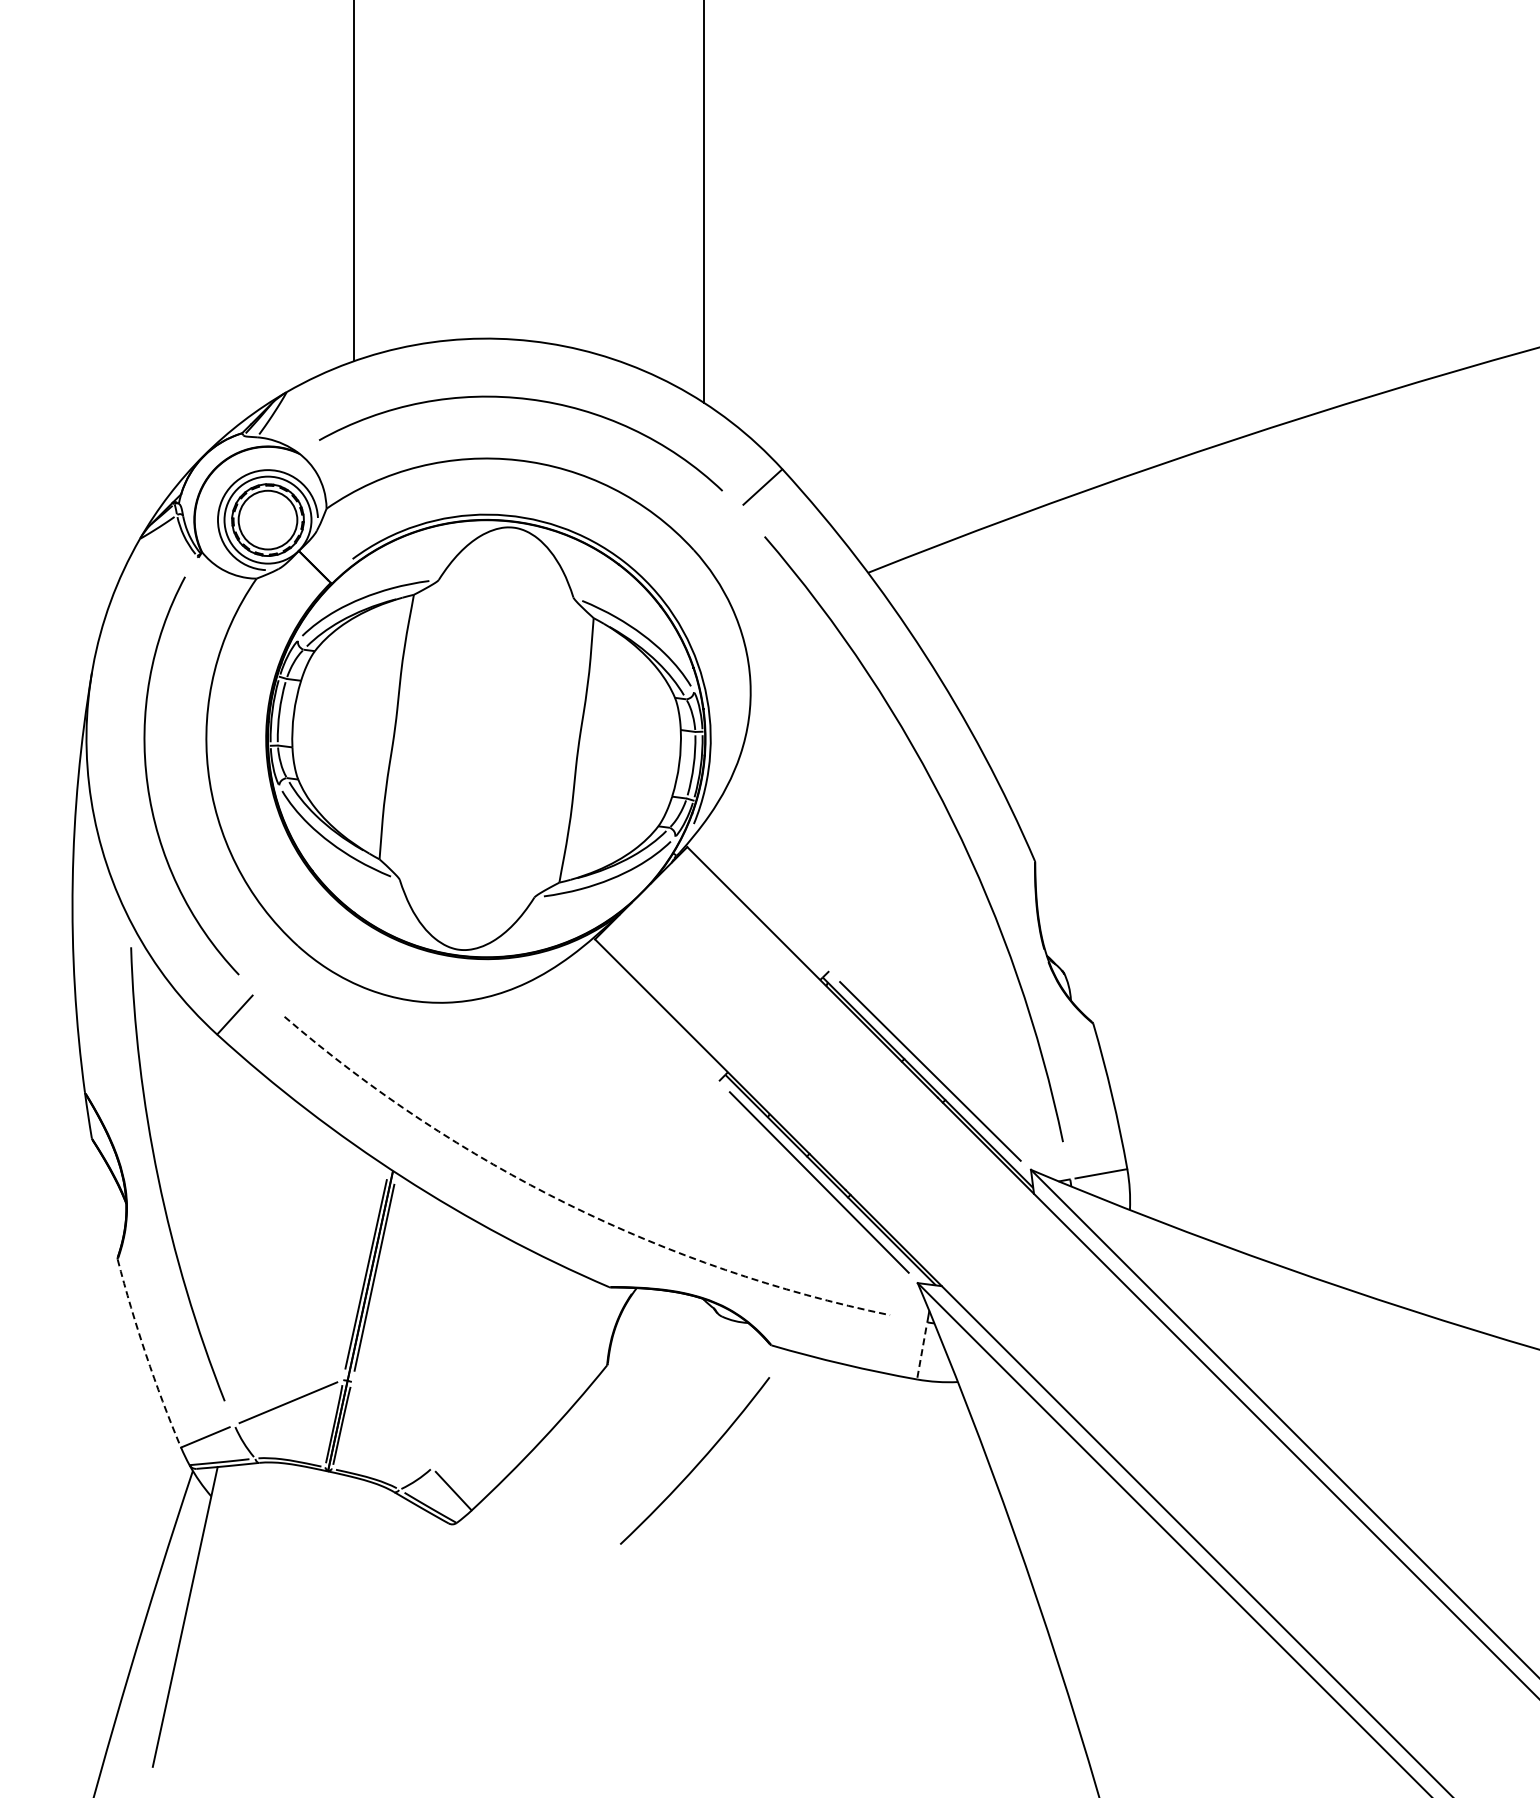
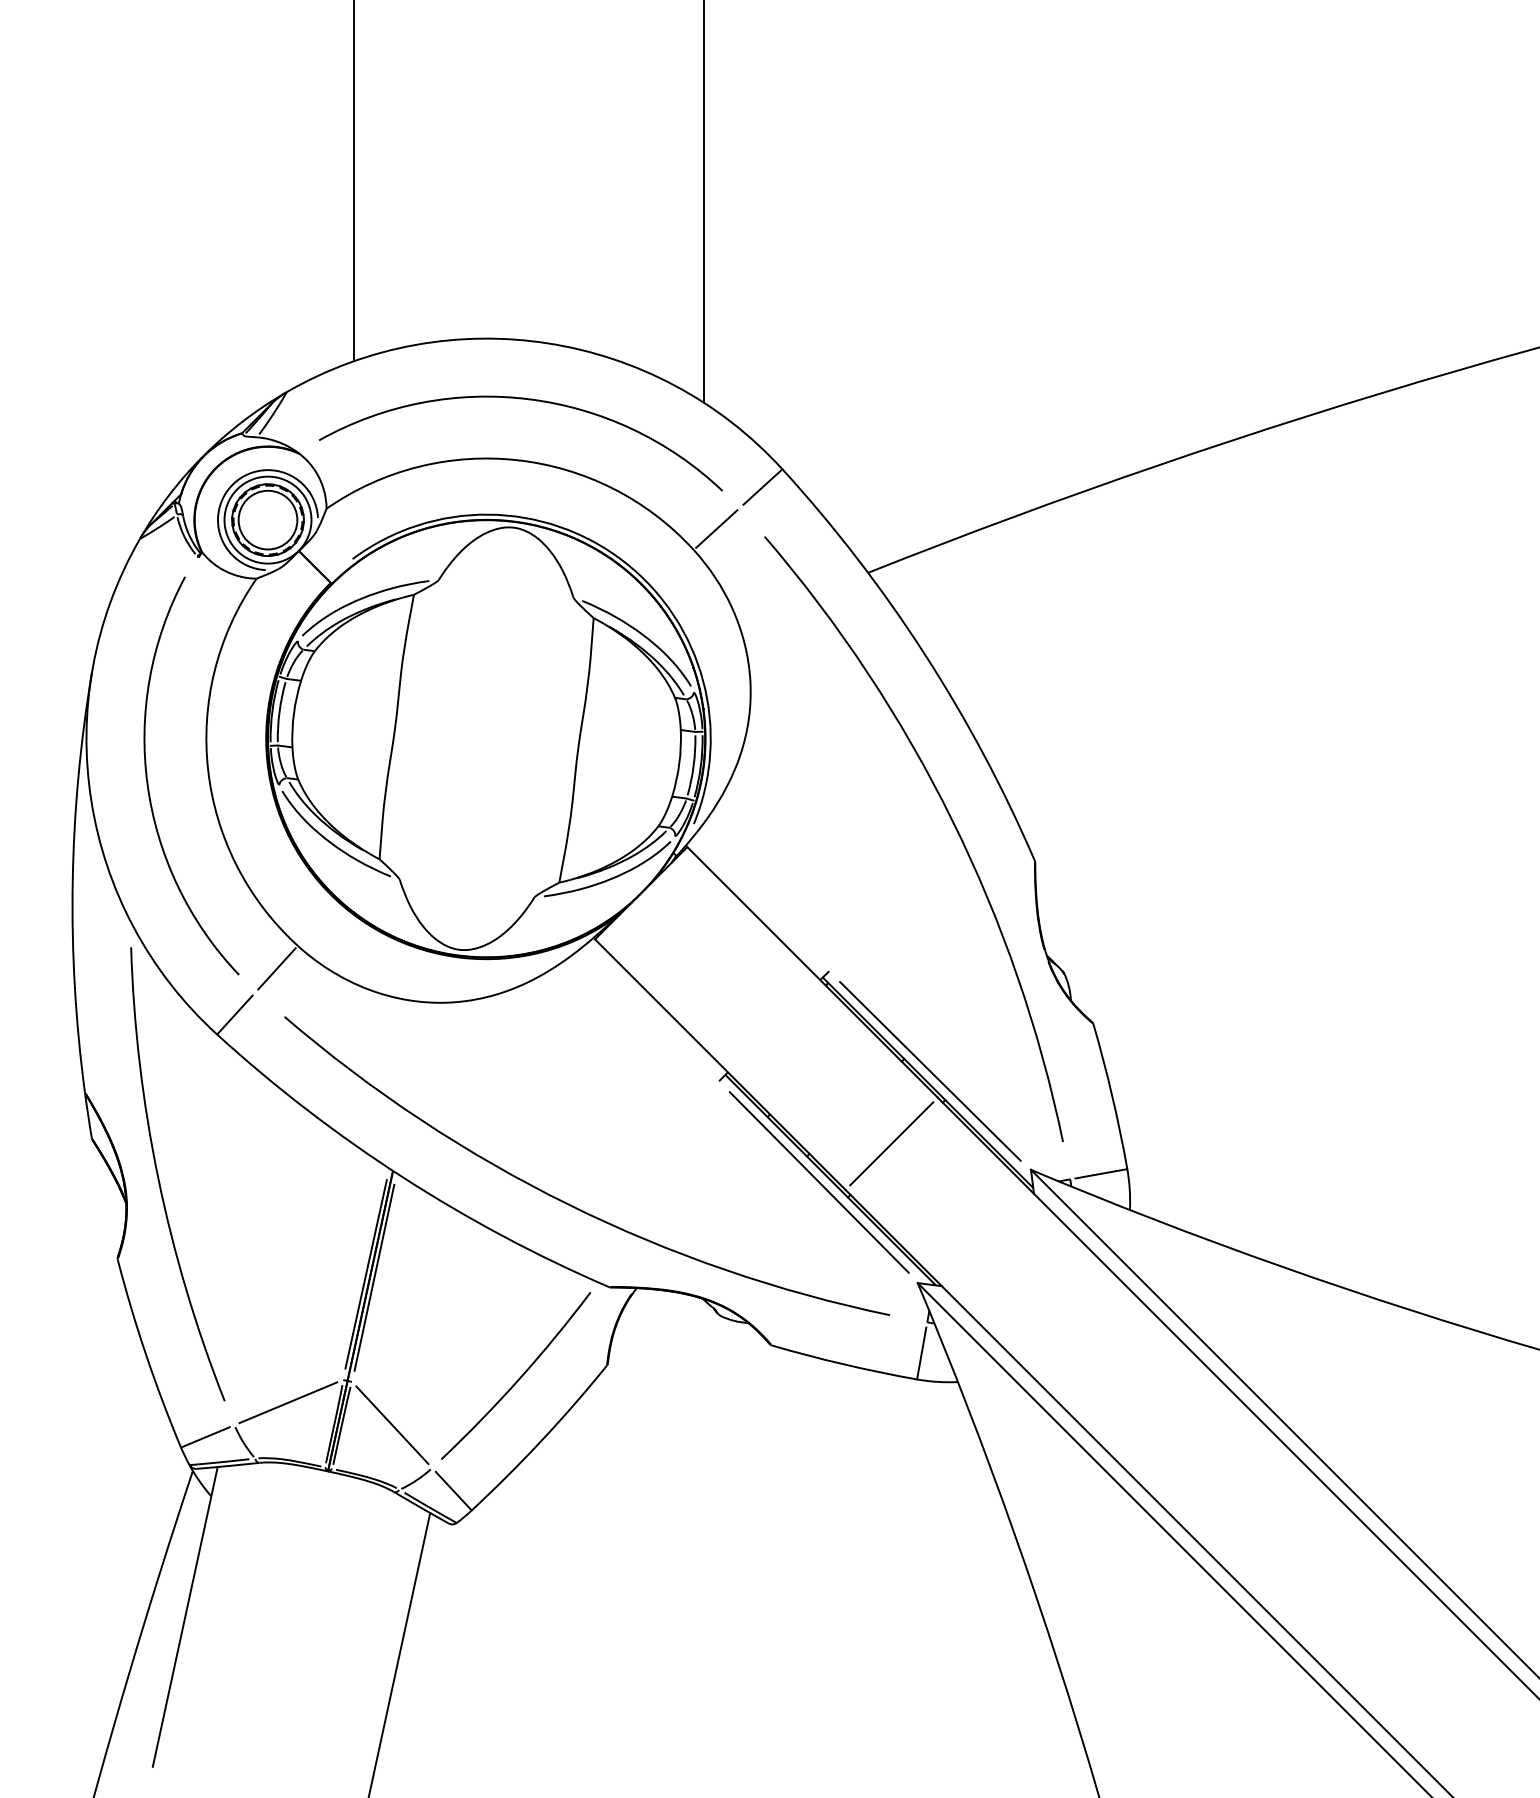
line at (716, 528): none -> present
line at (276, 968): none -> present
line at (891, 1143): none -> present
arc at (568, 1204): dashed -> solid
line at (921, 1353): dashed -> solid
arc at (146, 1354): dashed -> solid
line at (392, 1425): none -> present
arc at (698, 1462) position: (698, 1462) -> (519, 1377)
line at (399, 1653): none -> present
